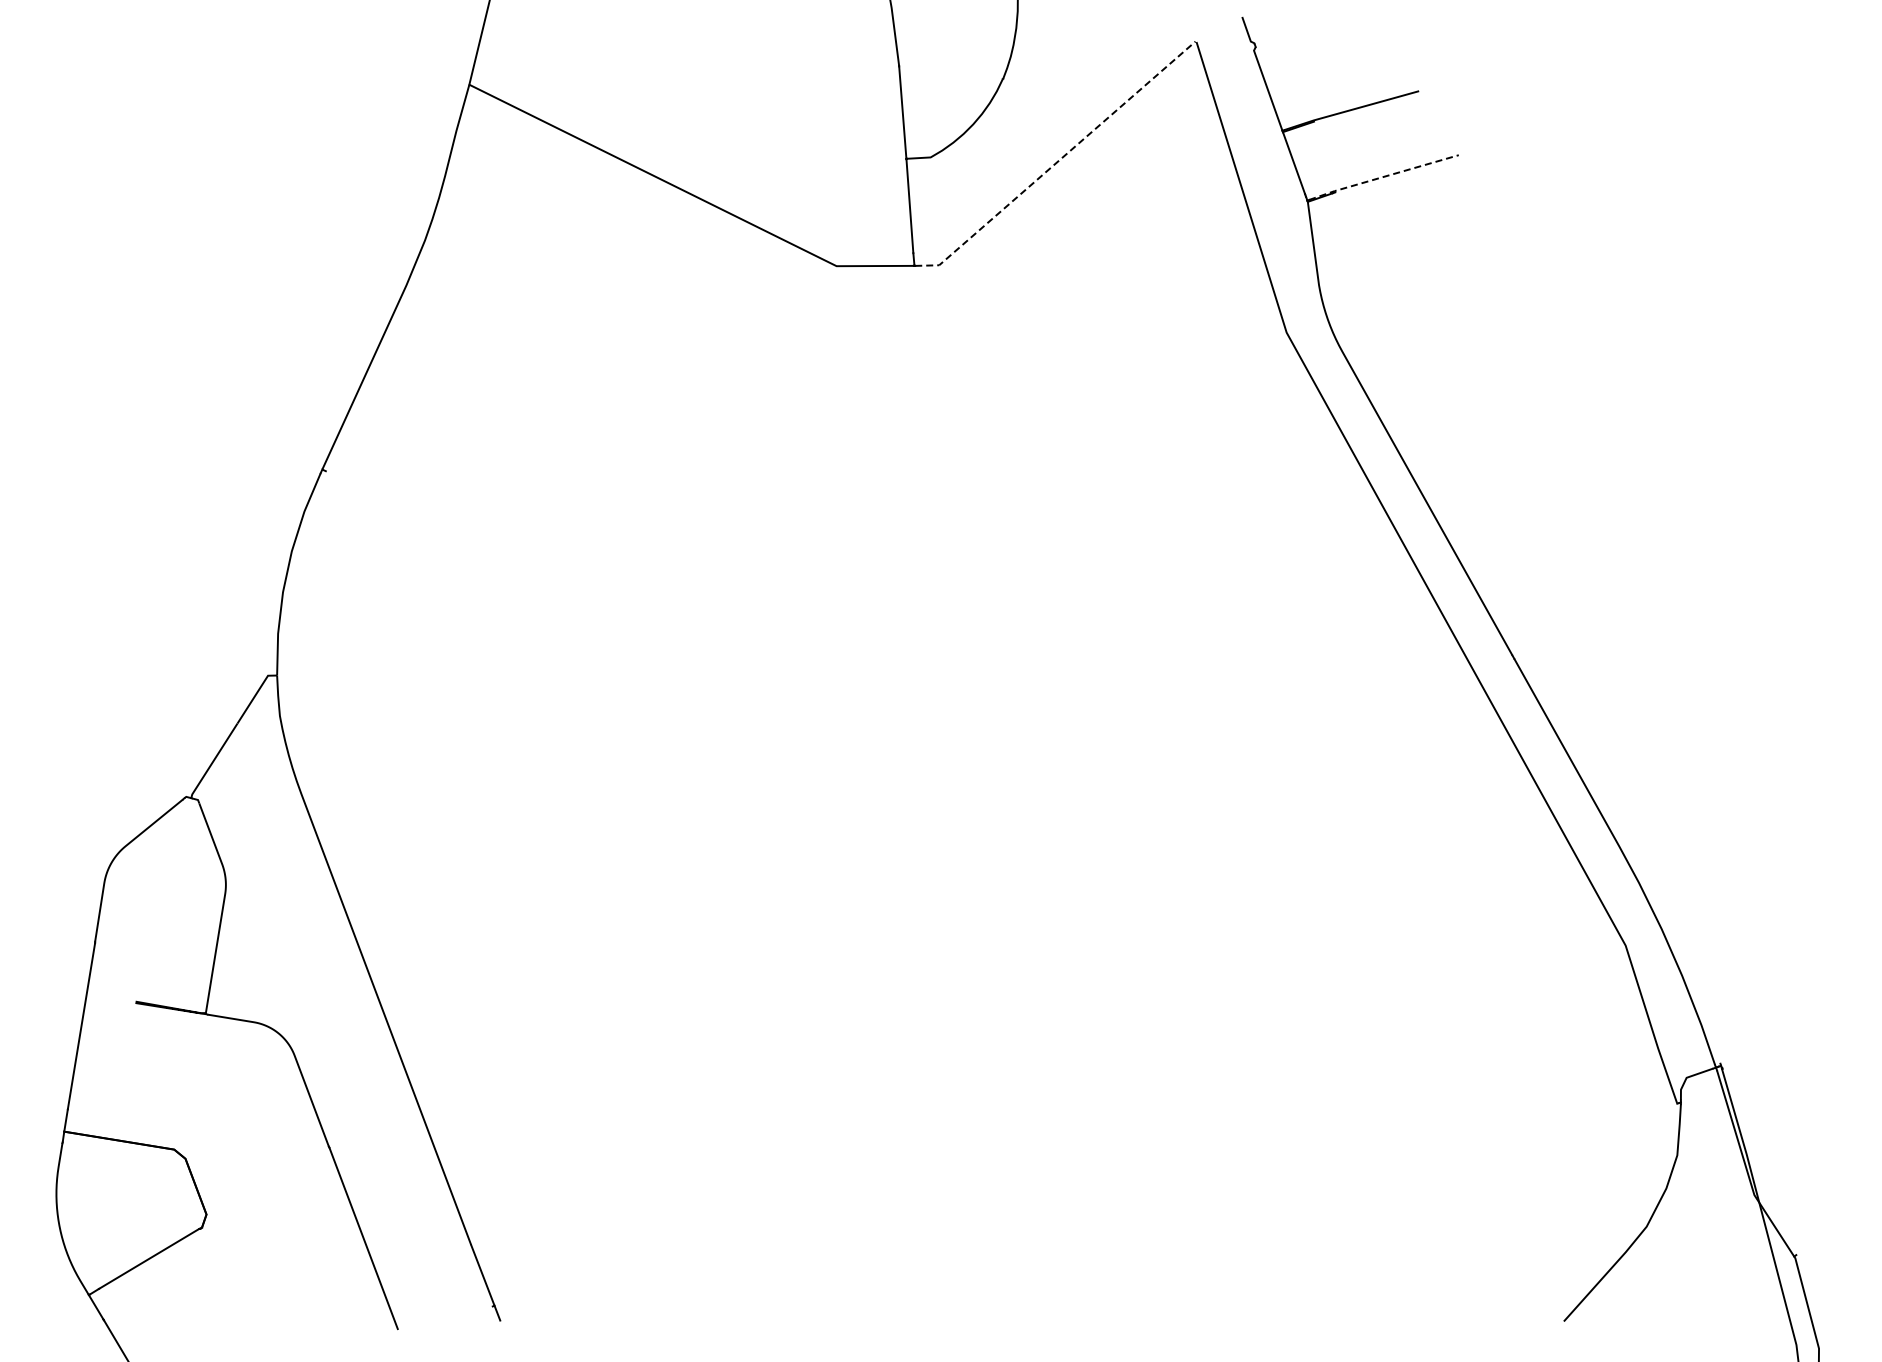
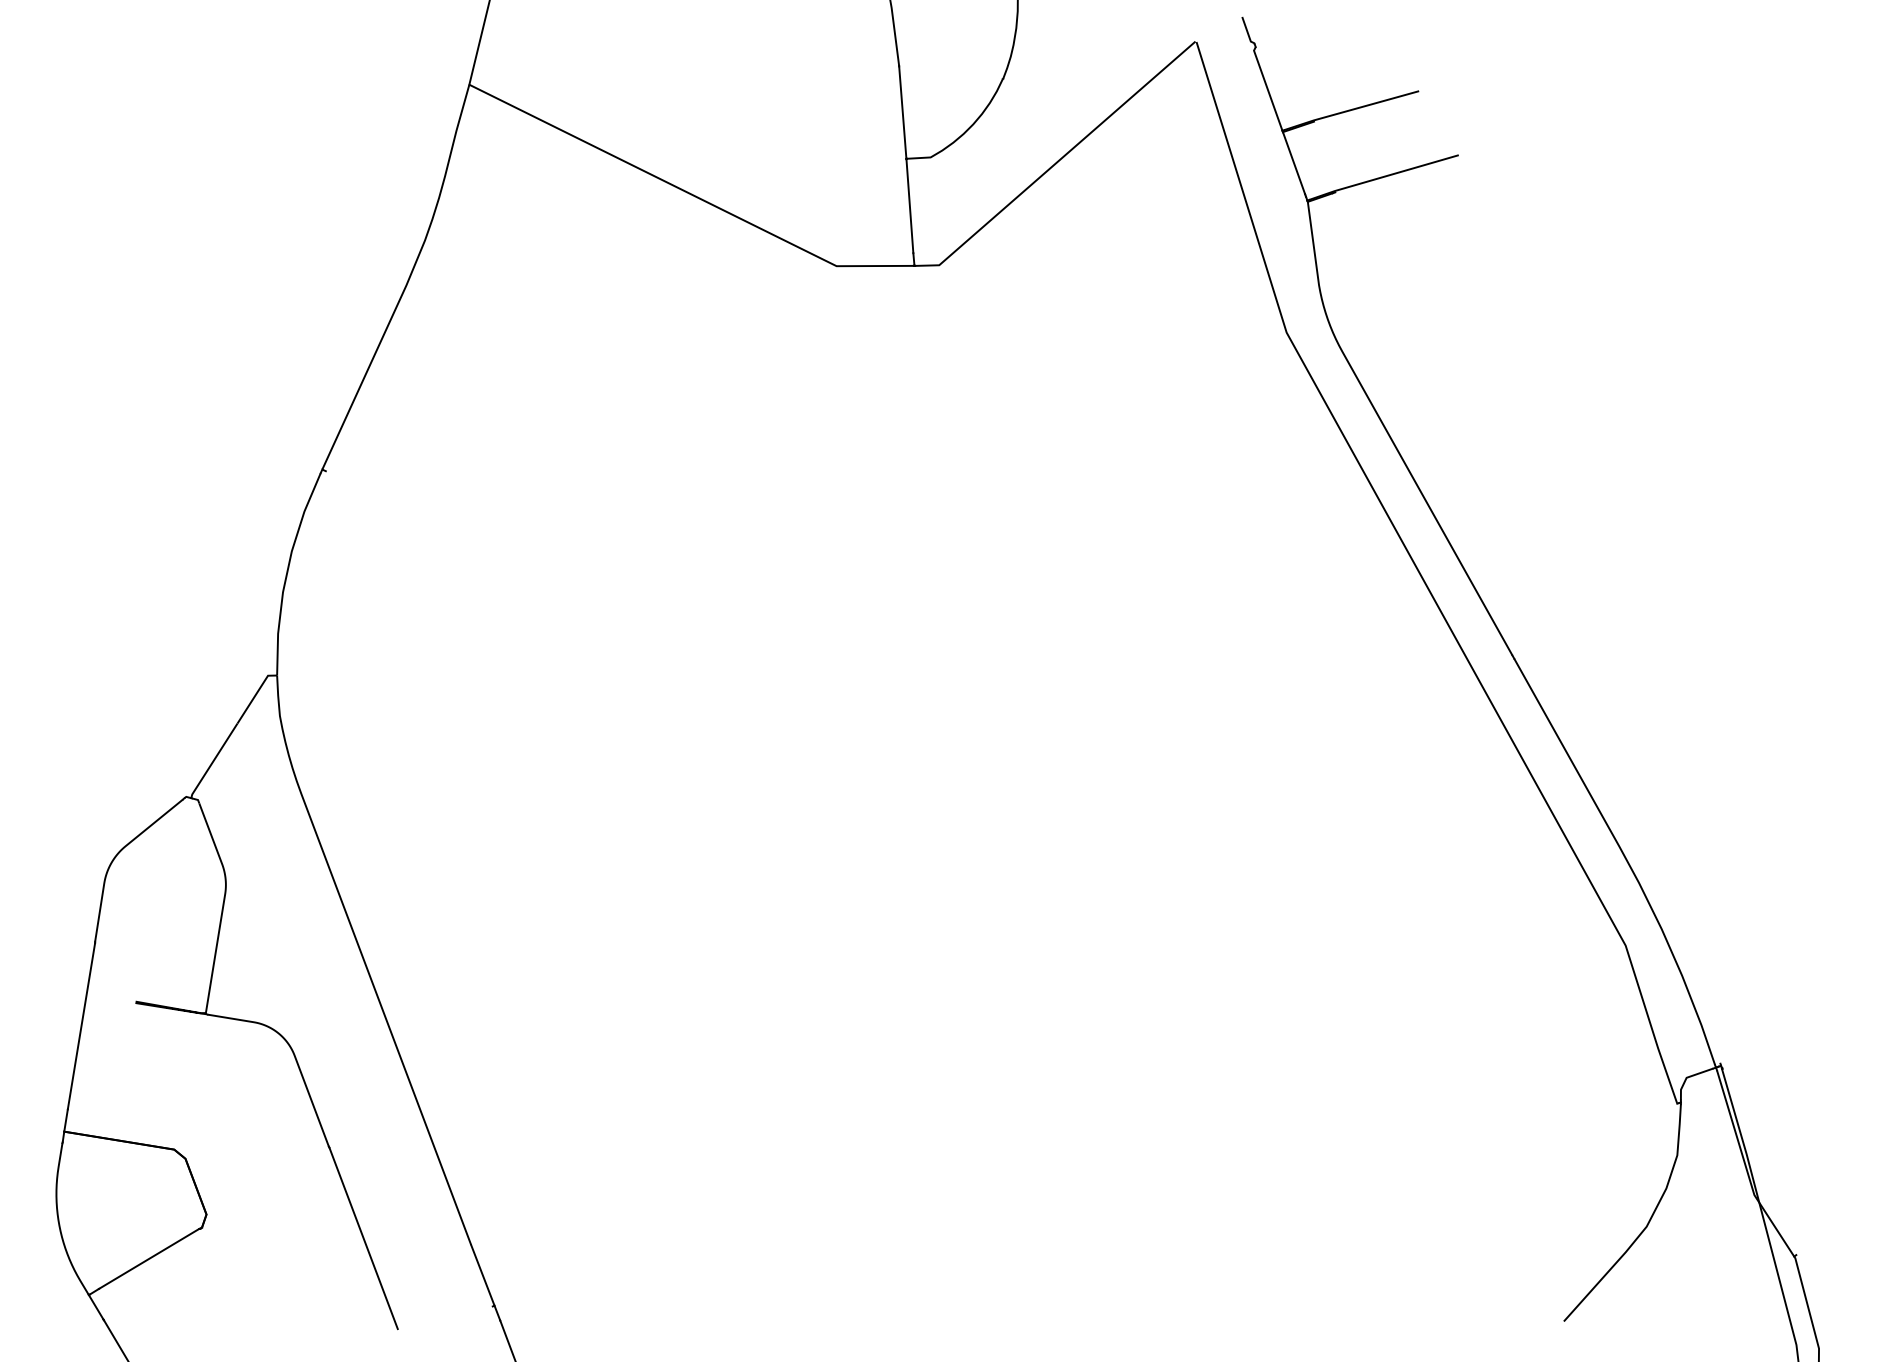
line at (1057, 161): dashed -> solid
line at (1383, 177): dashed -> solid
line at (507, 1339): none -> present
